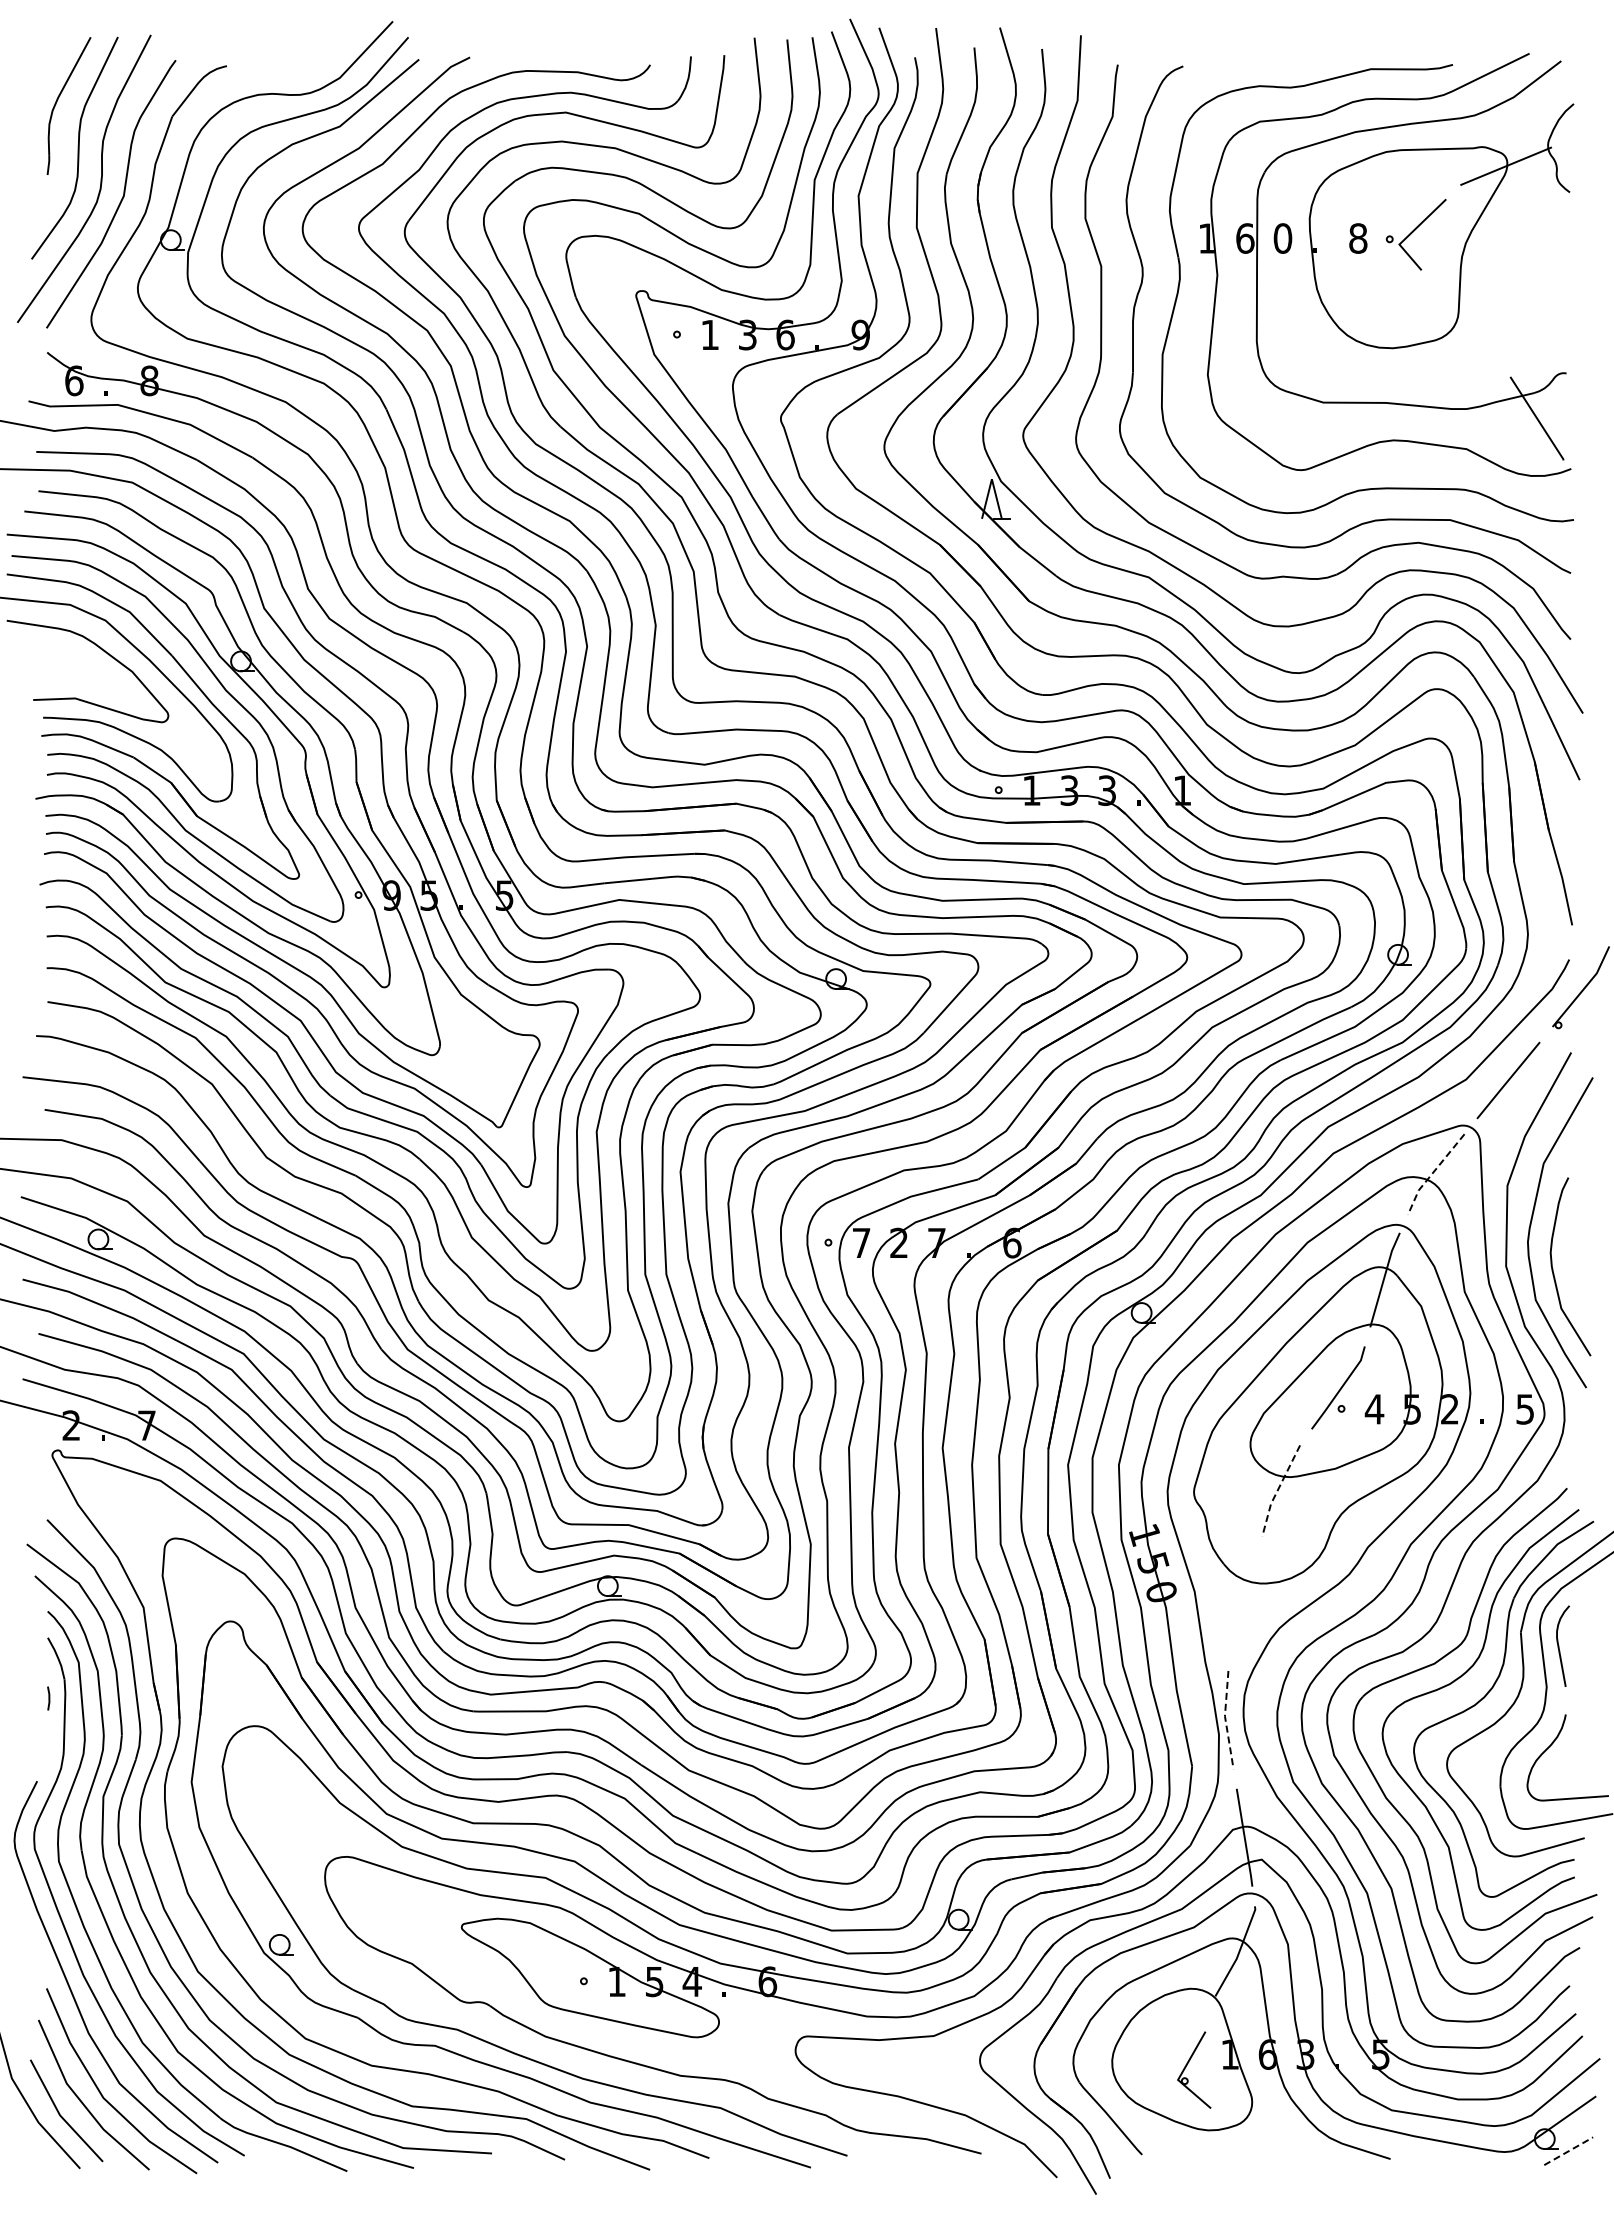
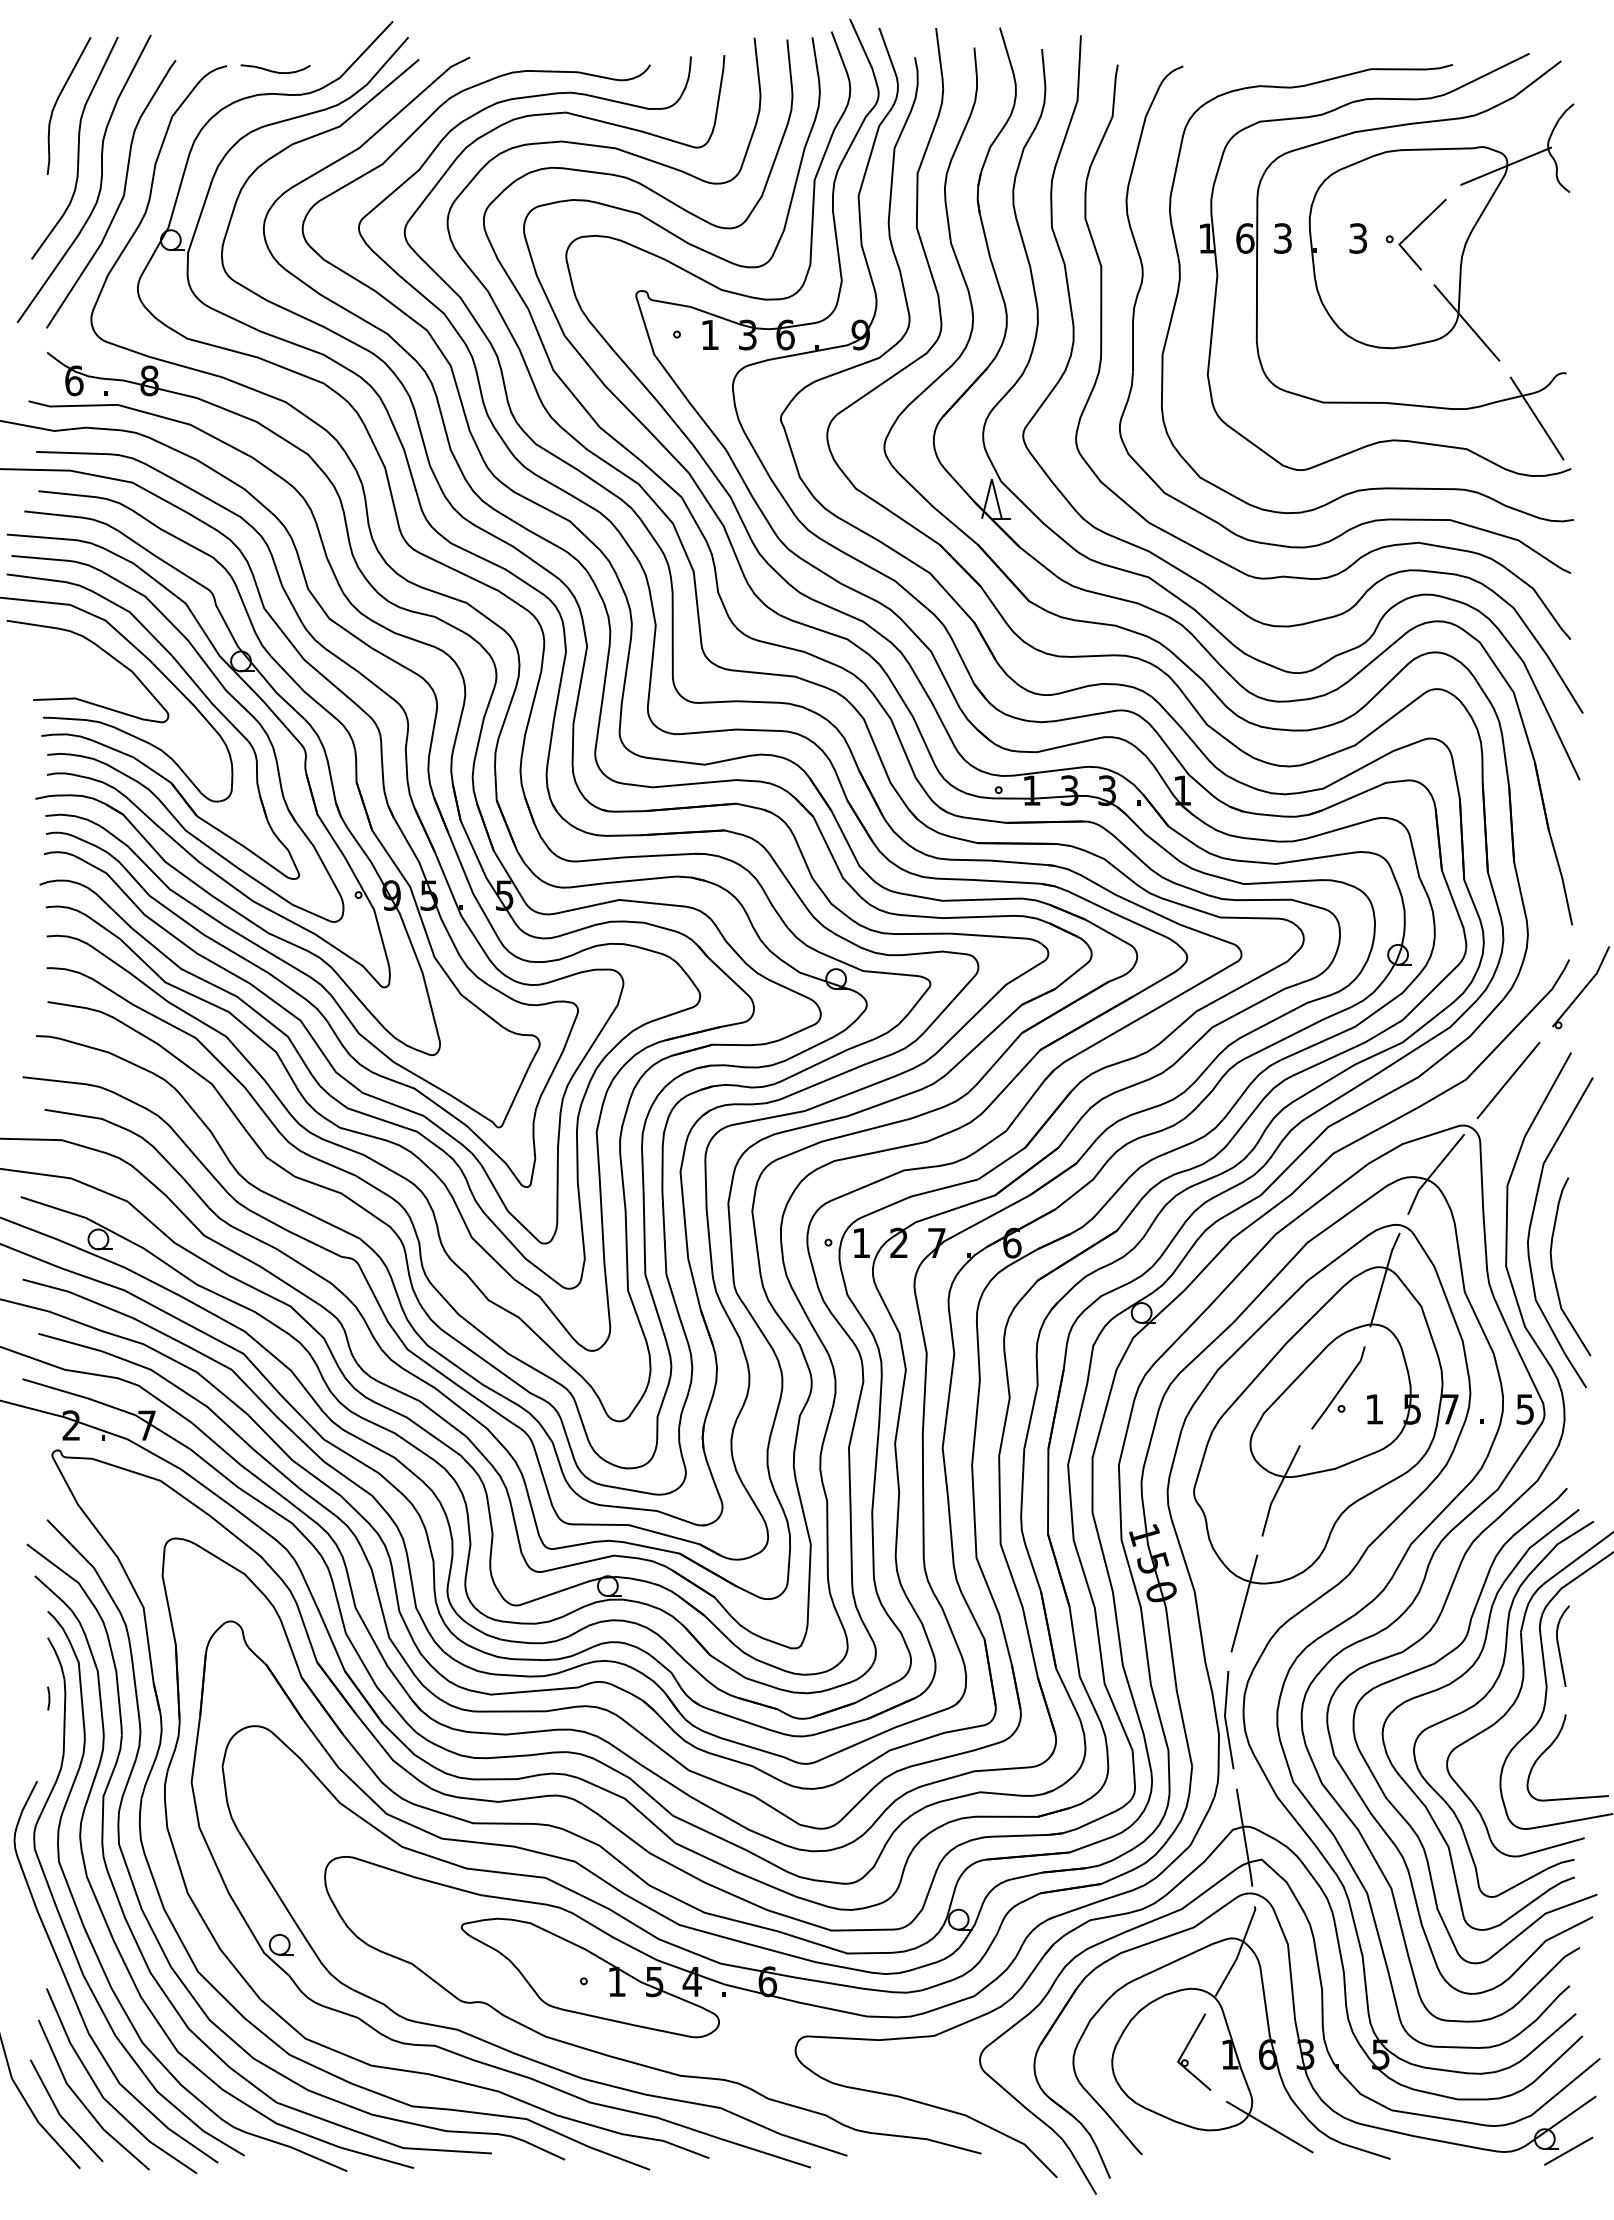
curve at (273, 70): none -> present
text at (1282, 238): 0 -> 3
text at (1358, 238): 8 -> 3
line at (1466, 322): none -> present
line at (1432, 1173): dashed -> solid
text at (861, 1242): 7 -> 1
text at (1374, 1409): 4 -> 1
text at (1449, 1409): 2 -> 7
line at (1277, 1490): dashed -> solid
line at (1244, 1603): none -> present
line at (1225, 1720): dashed -> solid
part at (1187, 2065) position: (1187, 2065) -> (1187, 2047)
line at (1269, 2126): none -> present
line at (1569, 2150): dashed -> solid
